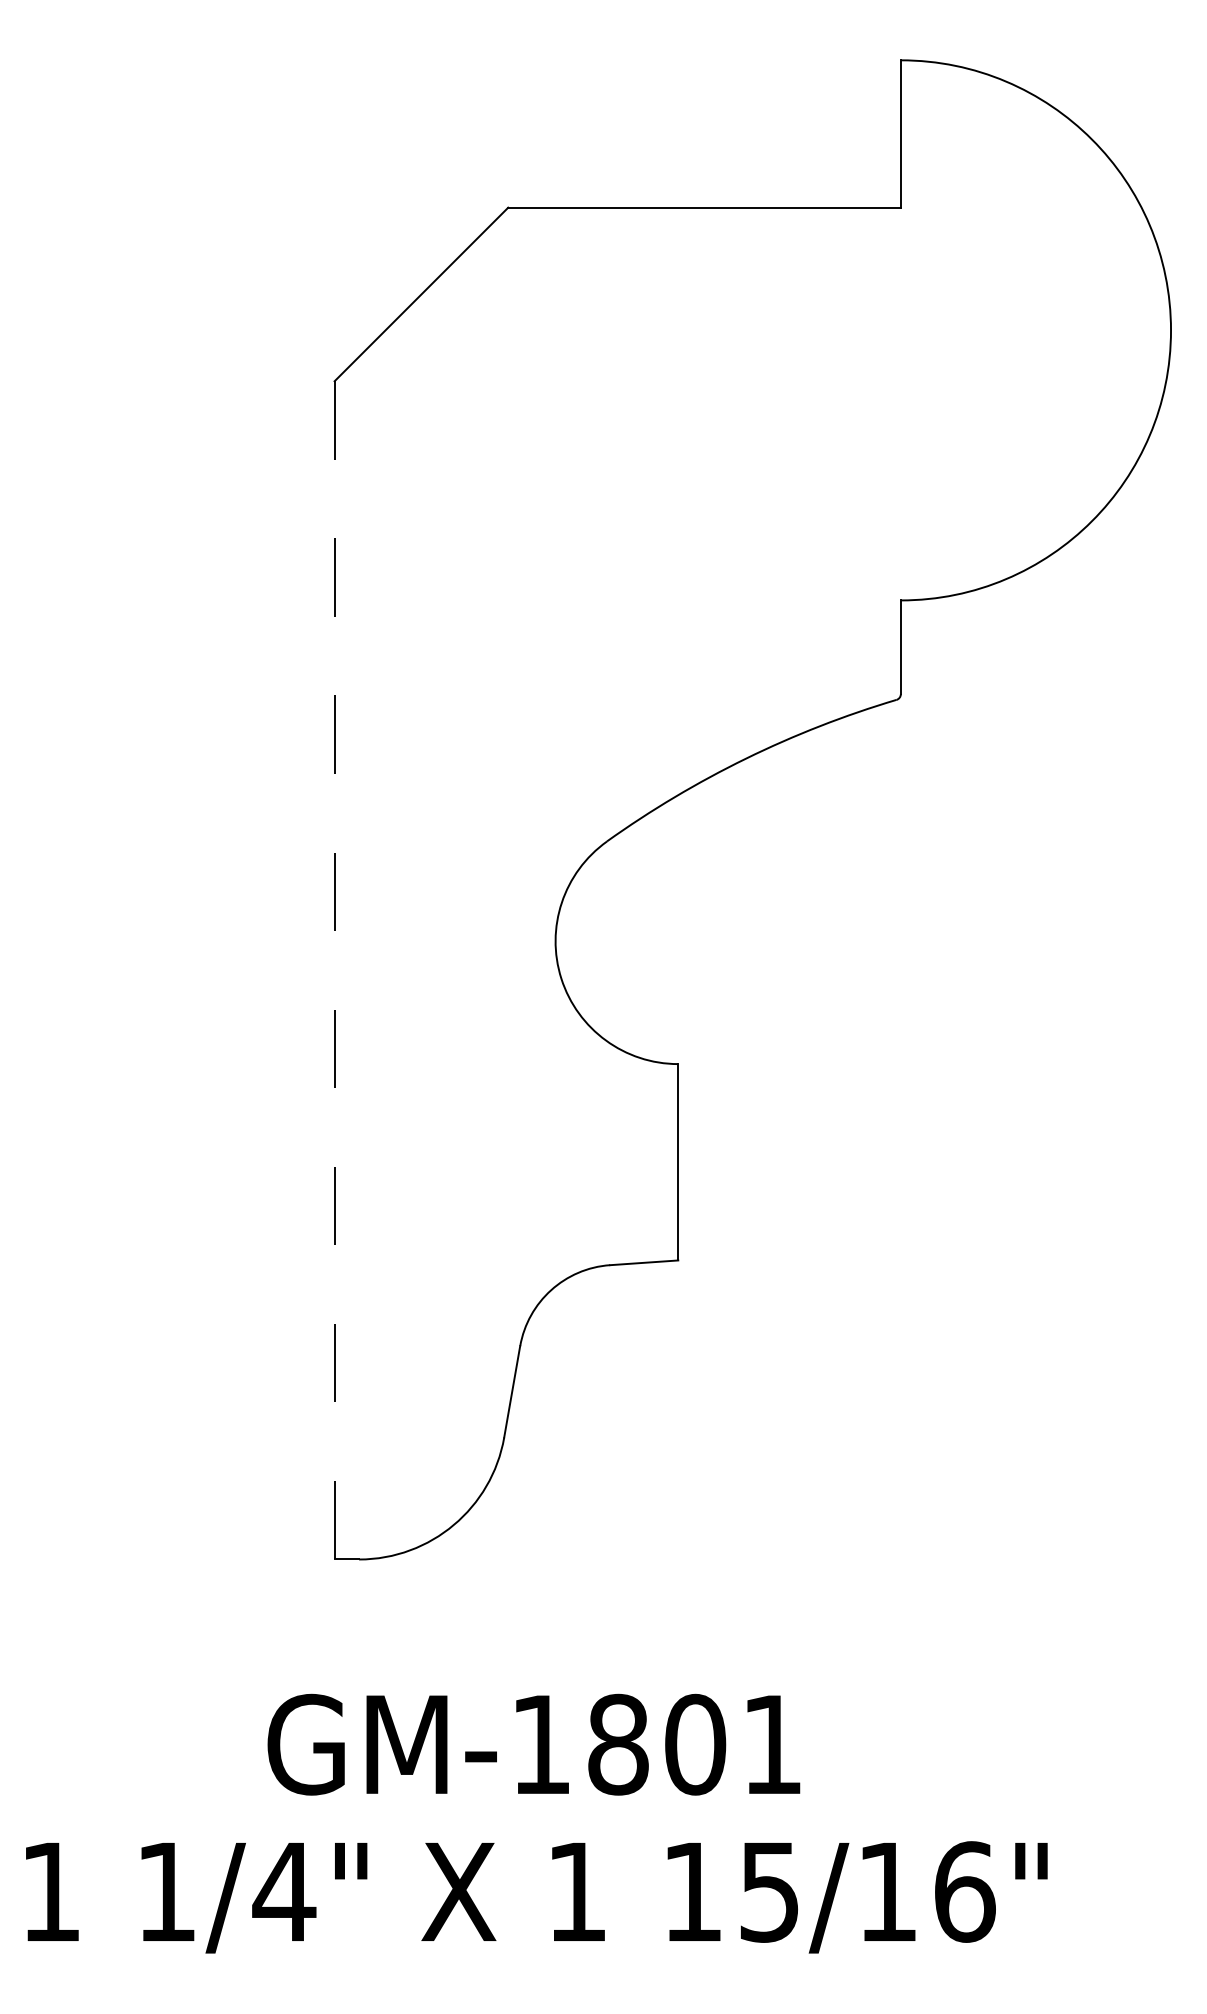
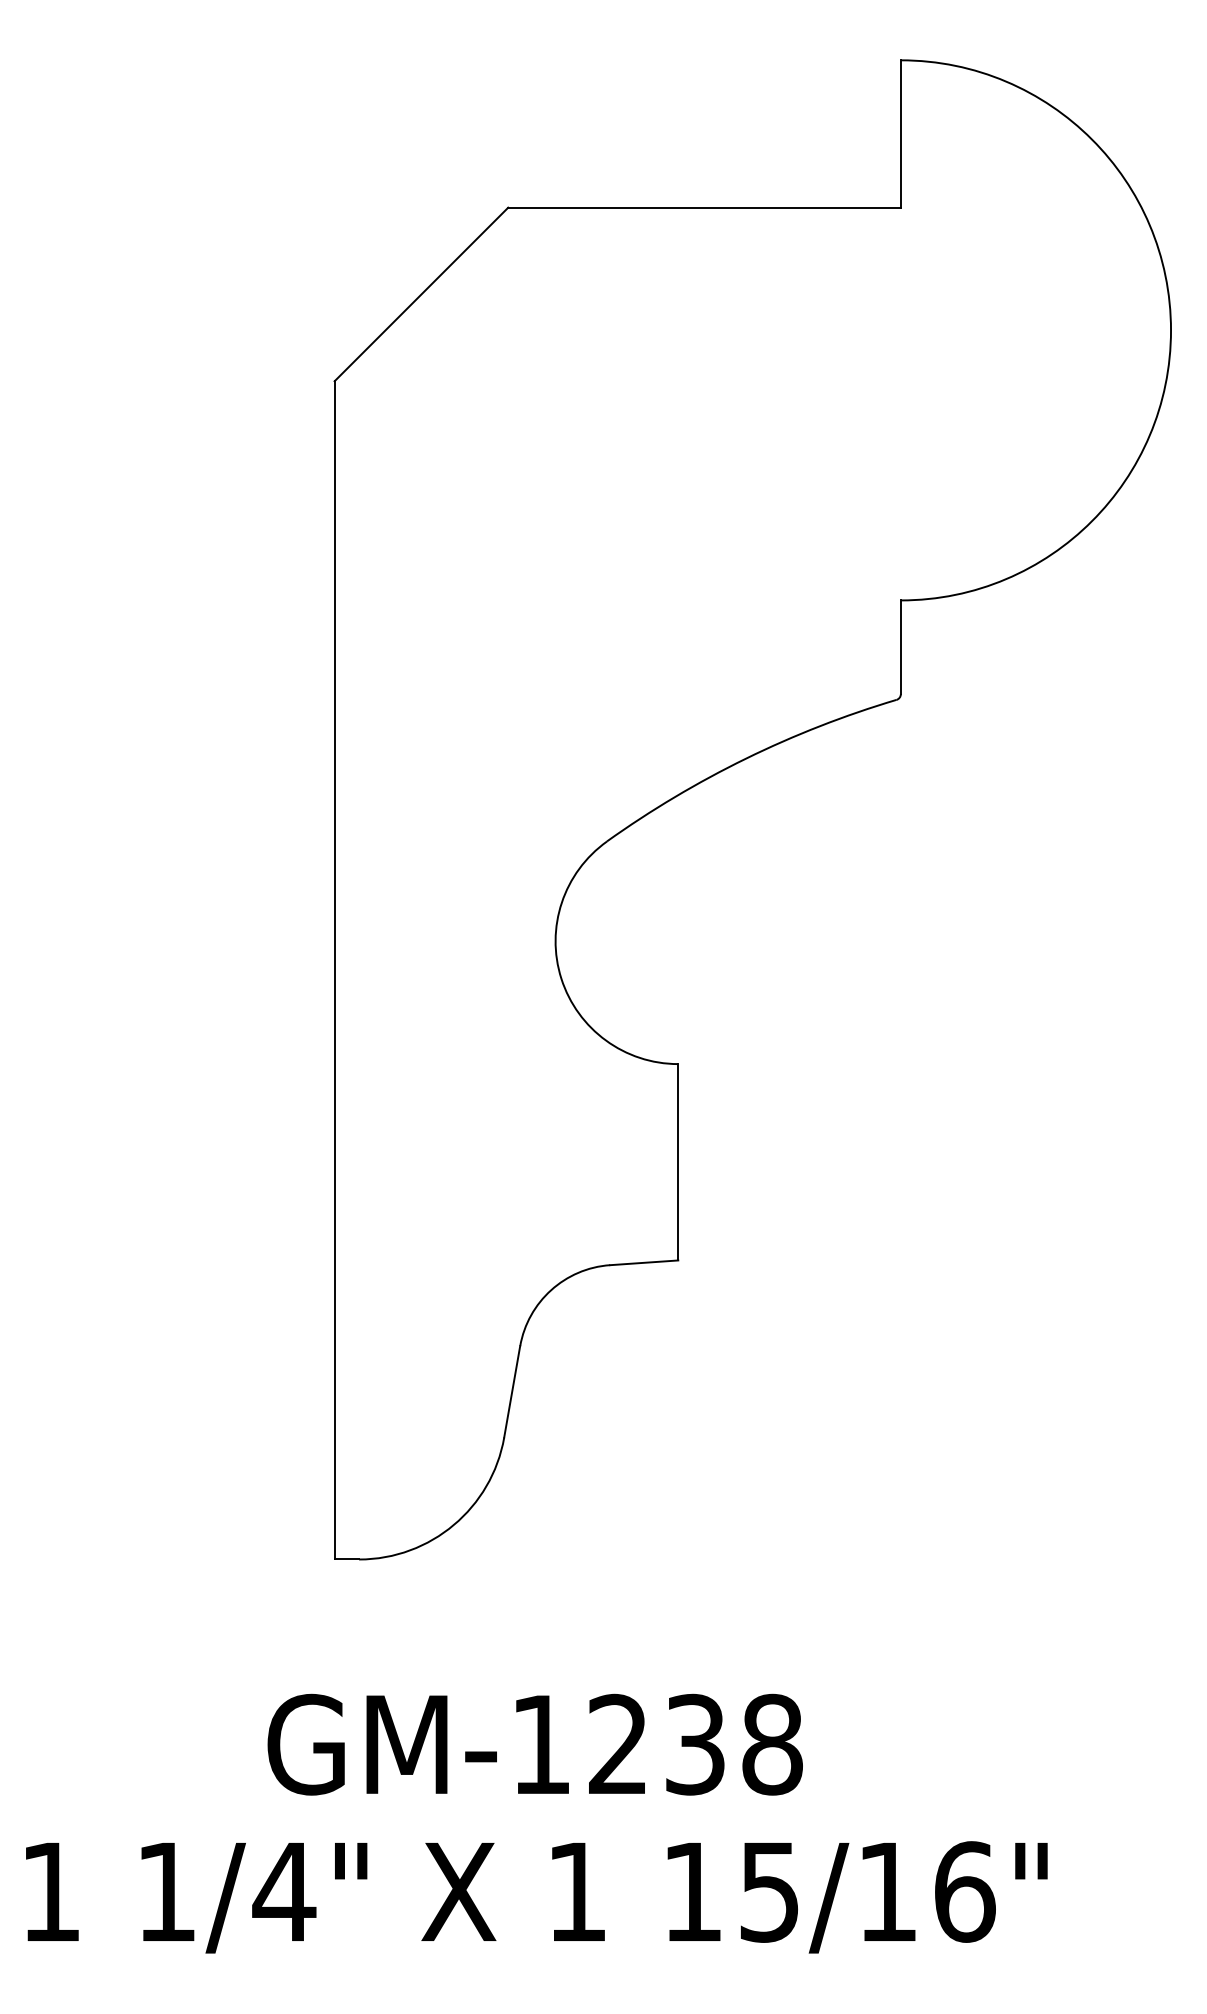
line at (334, 969): dashed -> solid
text at (695, 1744): GM-1801 -> GM-1238
